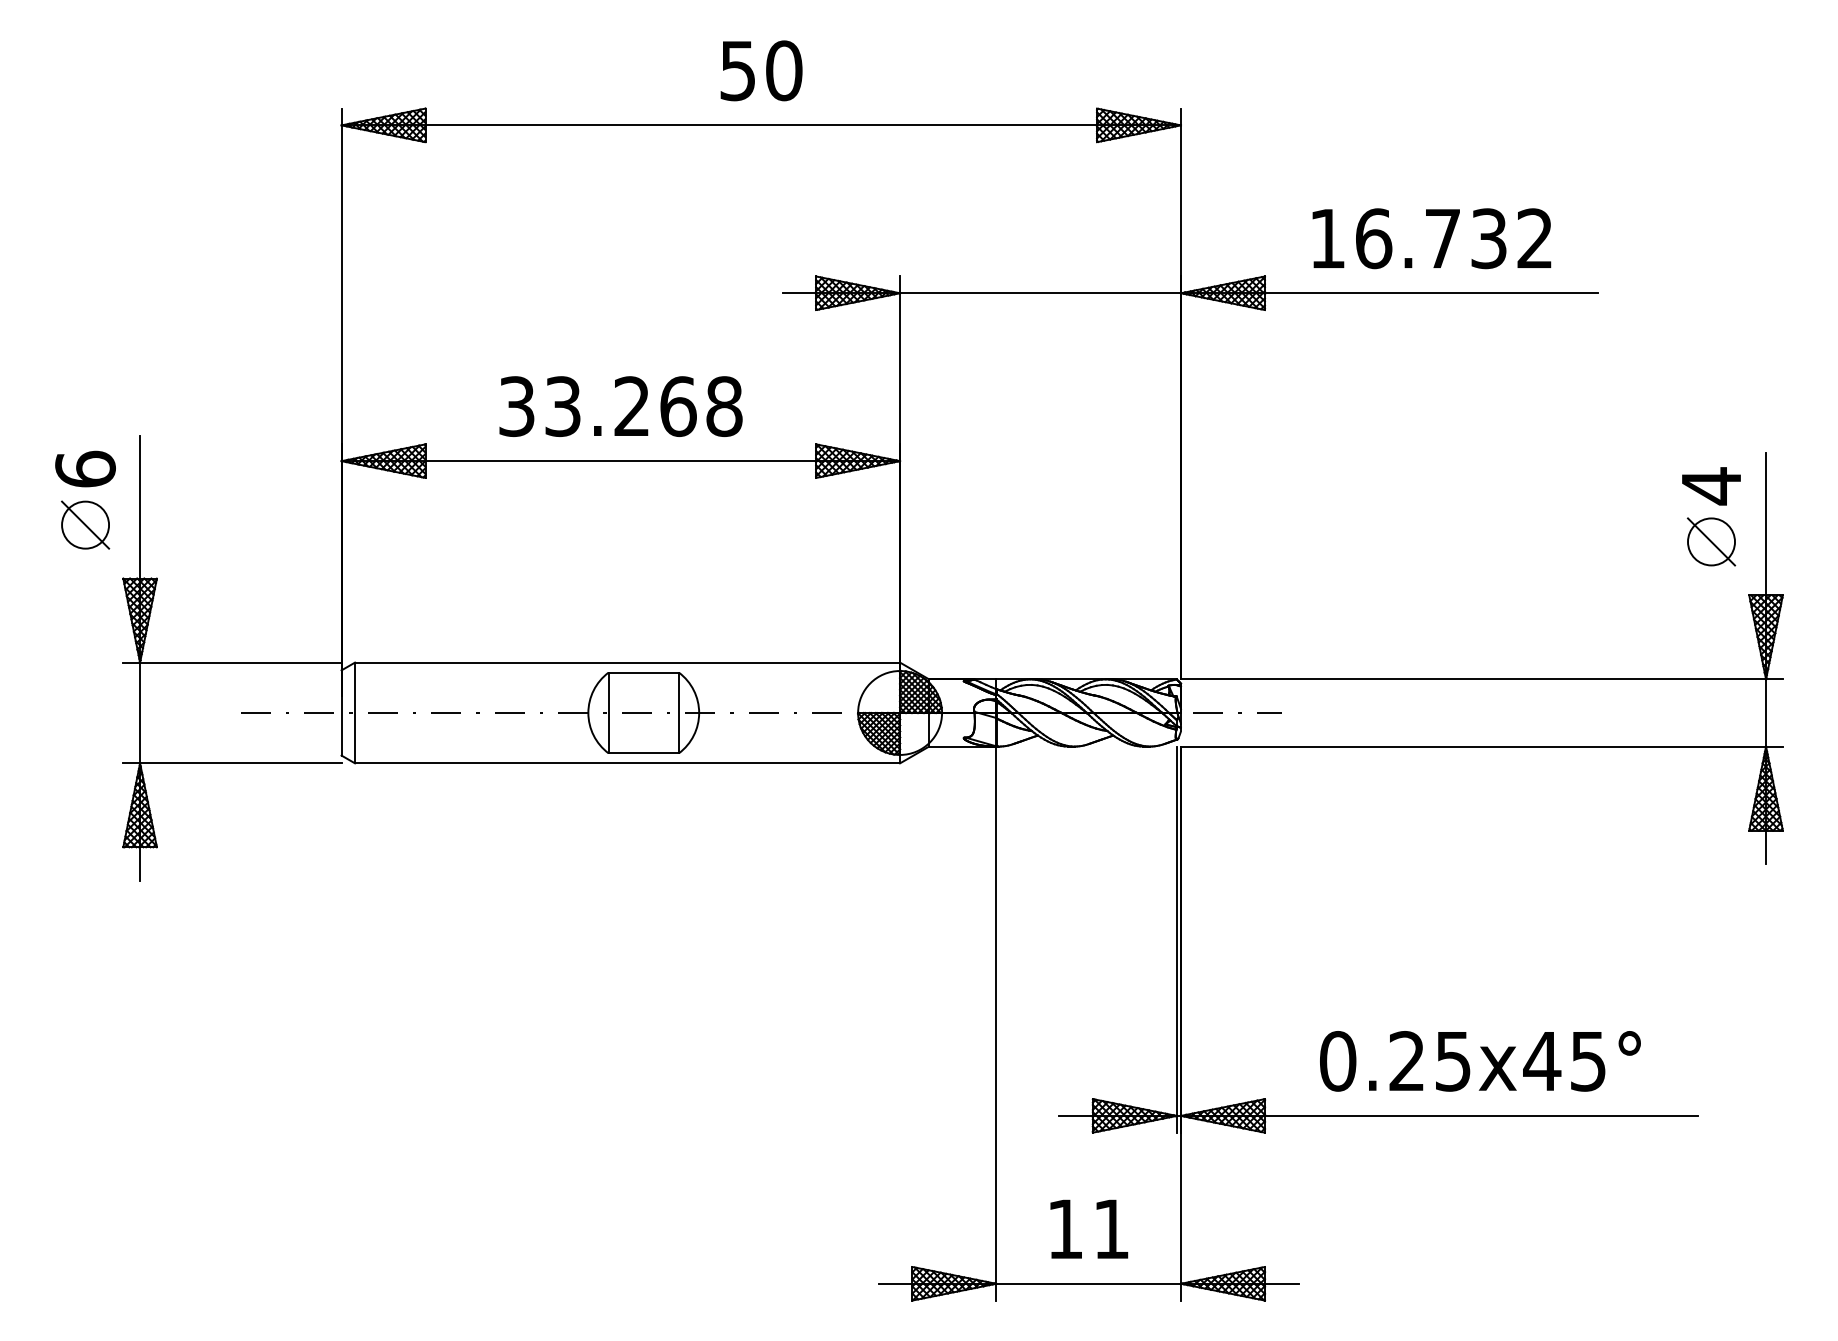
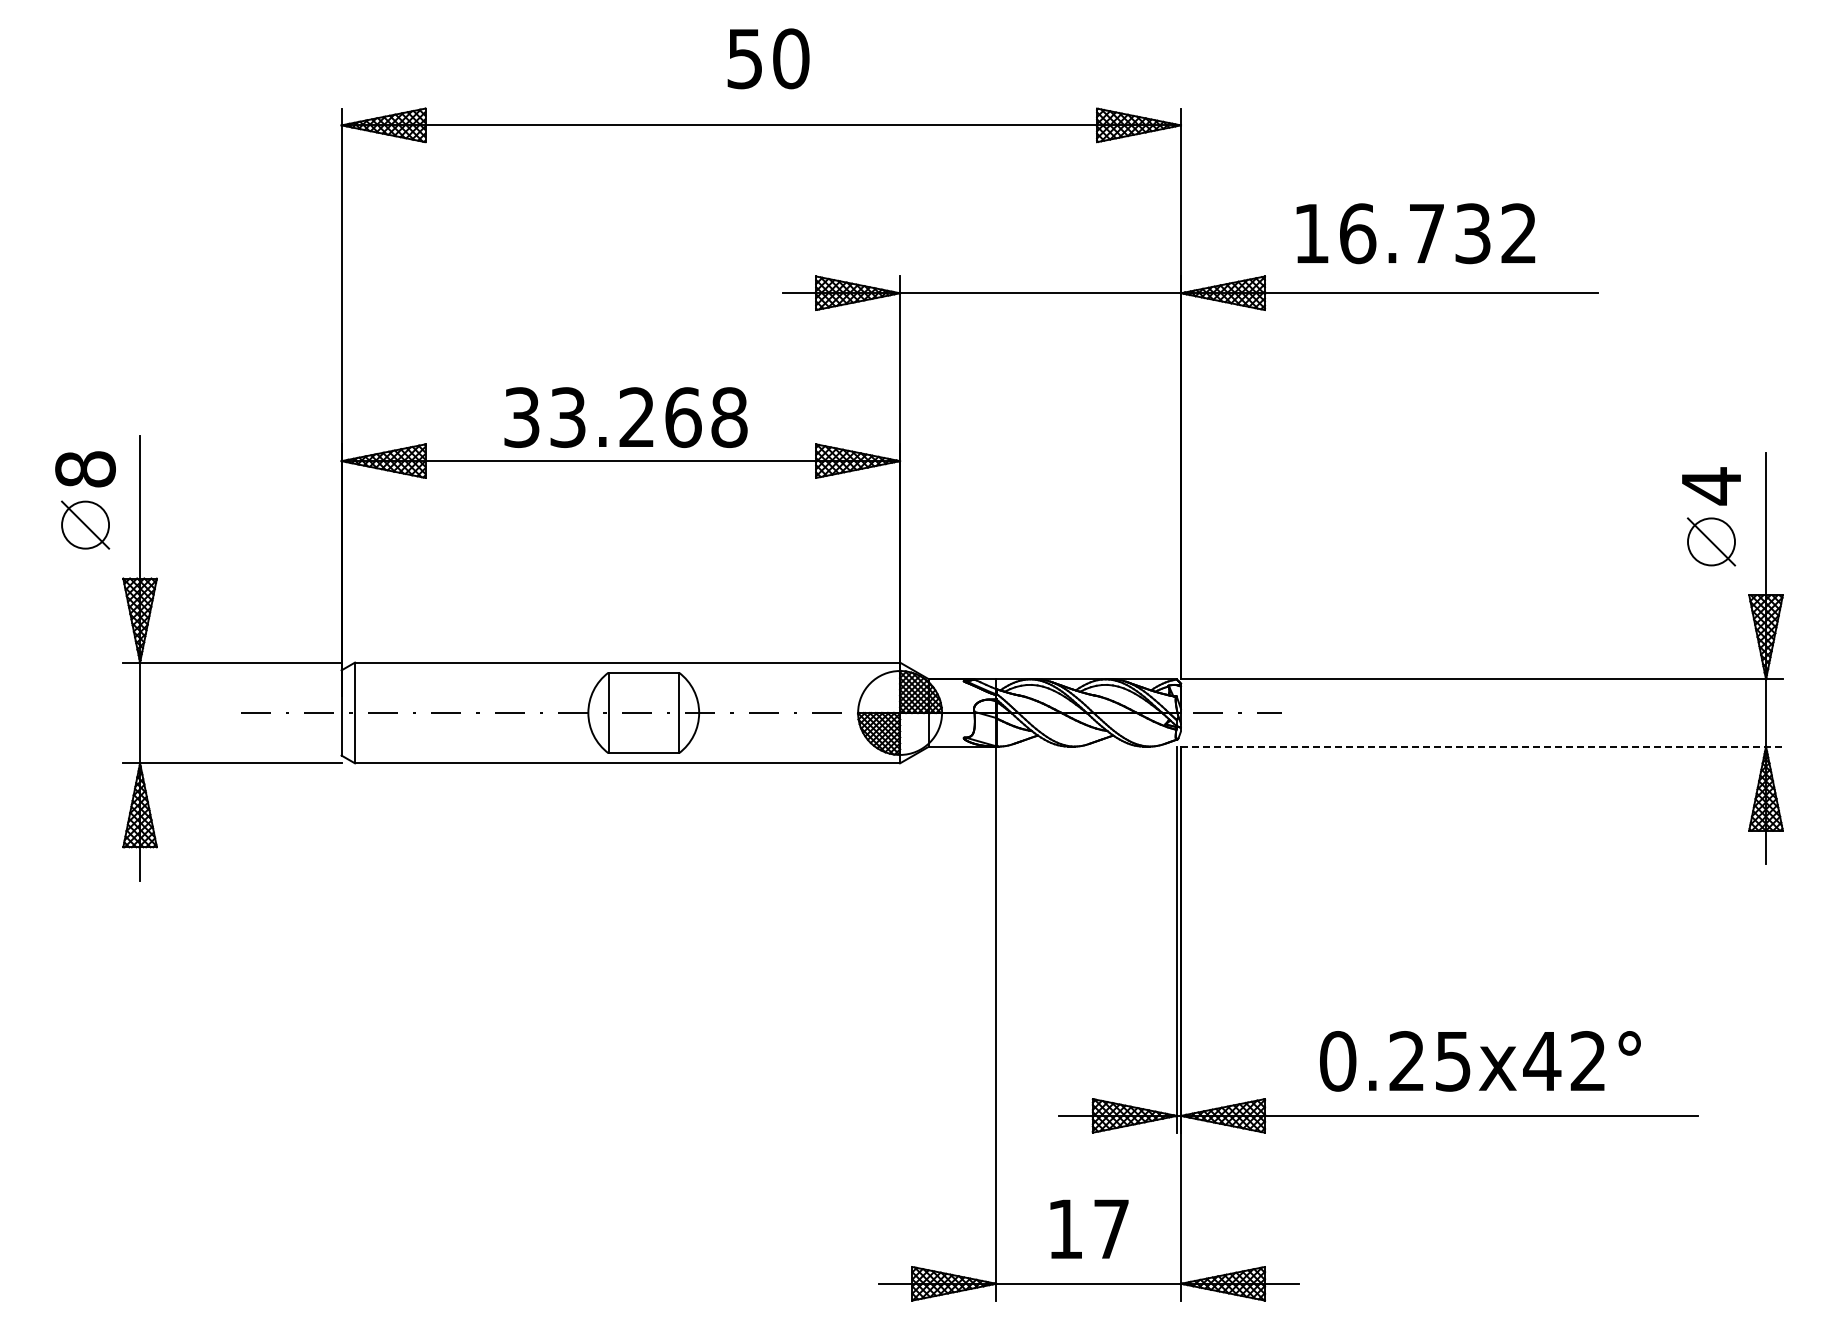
text at (761, 70) position: (761, 70) -> (768, 58)
text at (1431, 238) position: (1431, 238) -> (1415, 233)
text at (620, 406) position: (620, 406) -> (625, 417)
text at (85, 468): 6 -> 8
line at (1481, 746): solid -> dashed
text at (1587, 1061): 0.25x45° -> 0.25x42°
text at (1111, 1228): 11 -> 17
